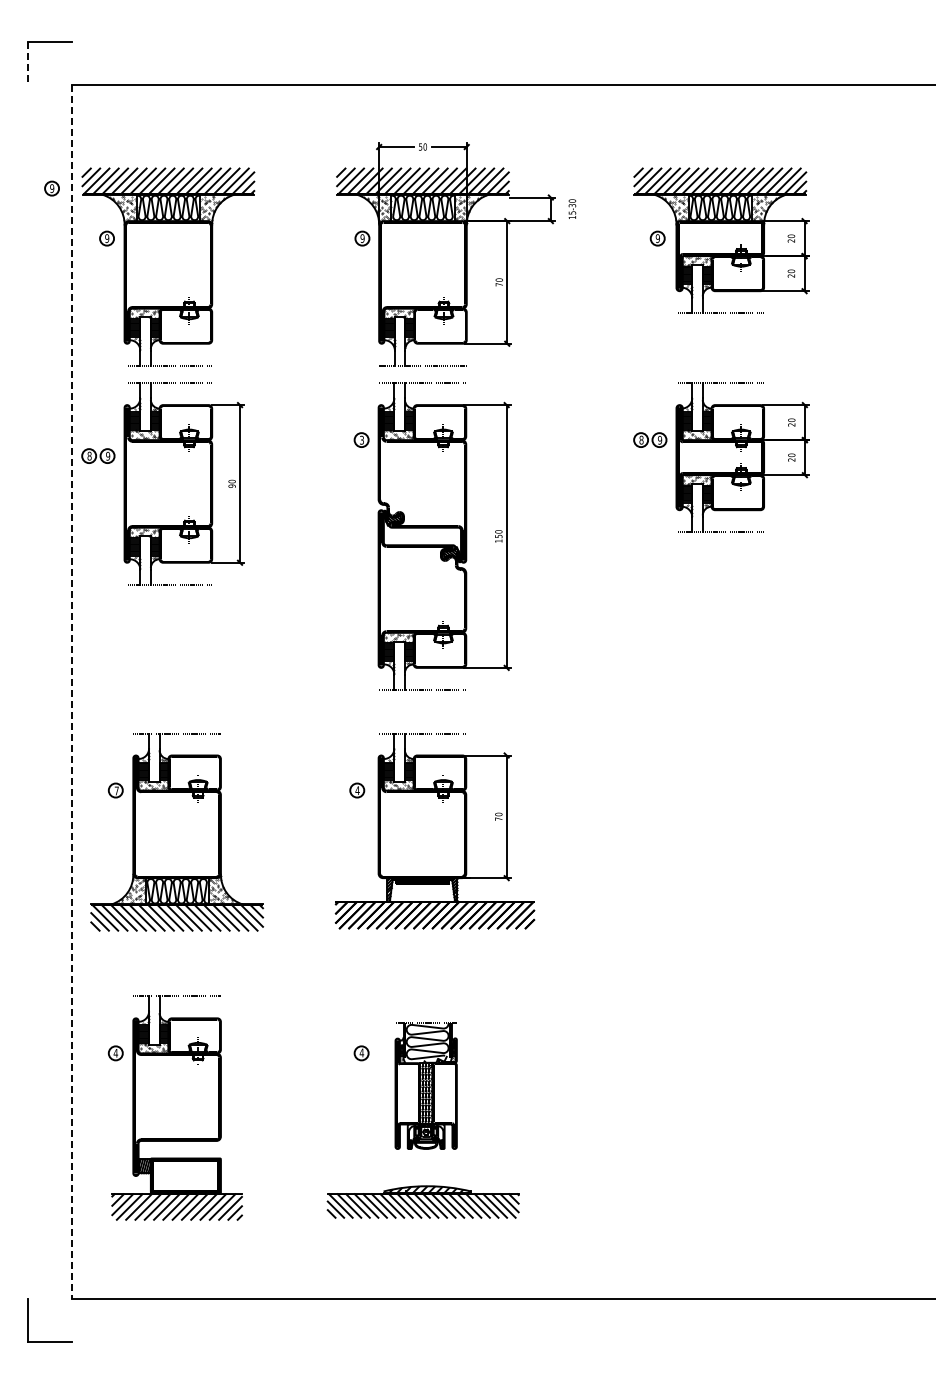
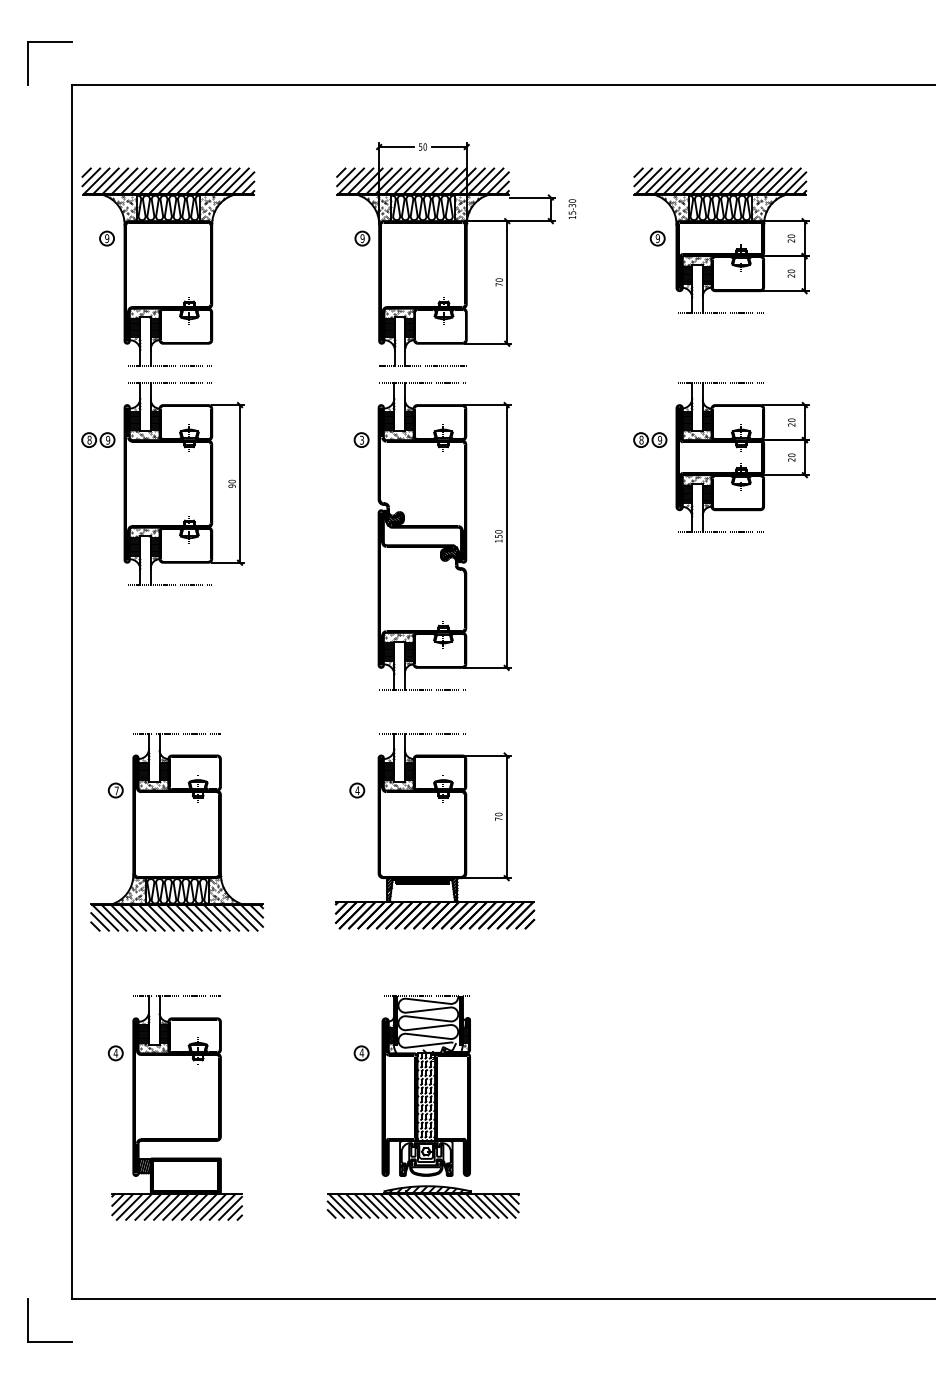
line at (28, 63): dashed -> solid
part at (51, 188): present -> none
part at (98, 455) position: (98, 455) -> (98, 439)
line at (72, 692): dashed -> solid
part at (425, 1085) size: 64x128 px -> 90x182 px
